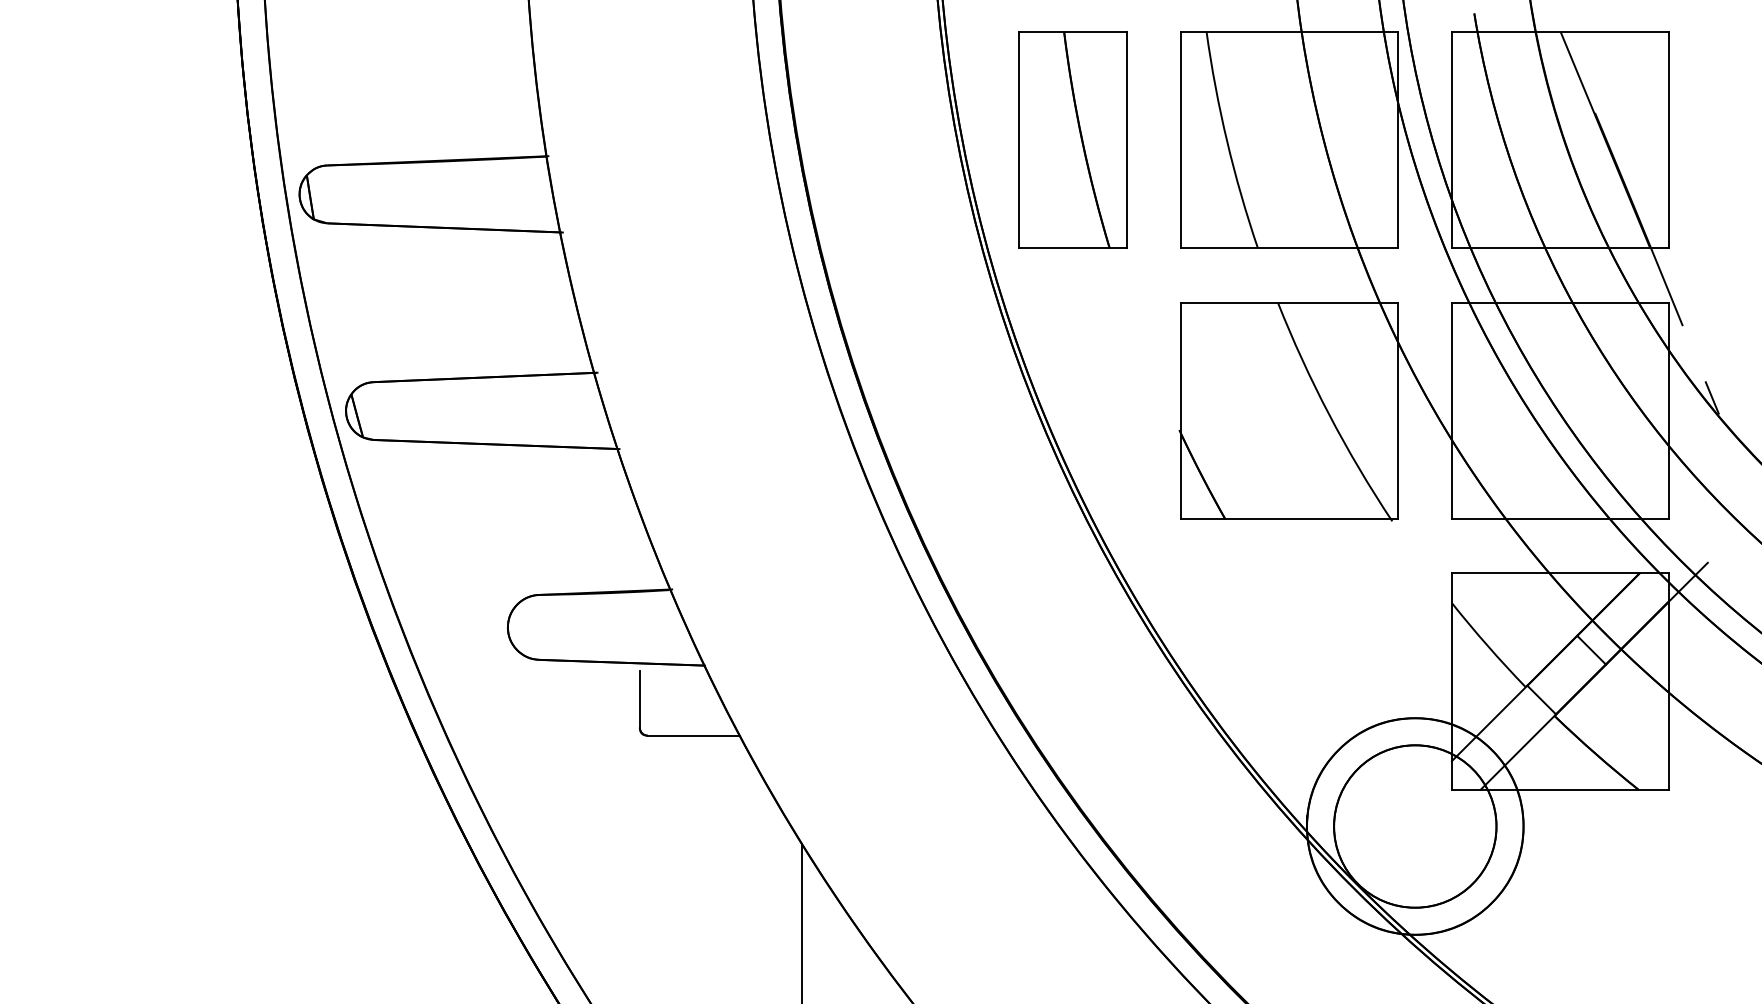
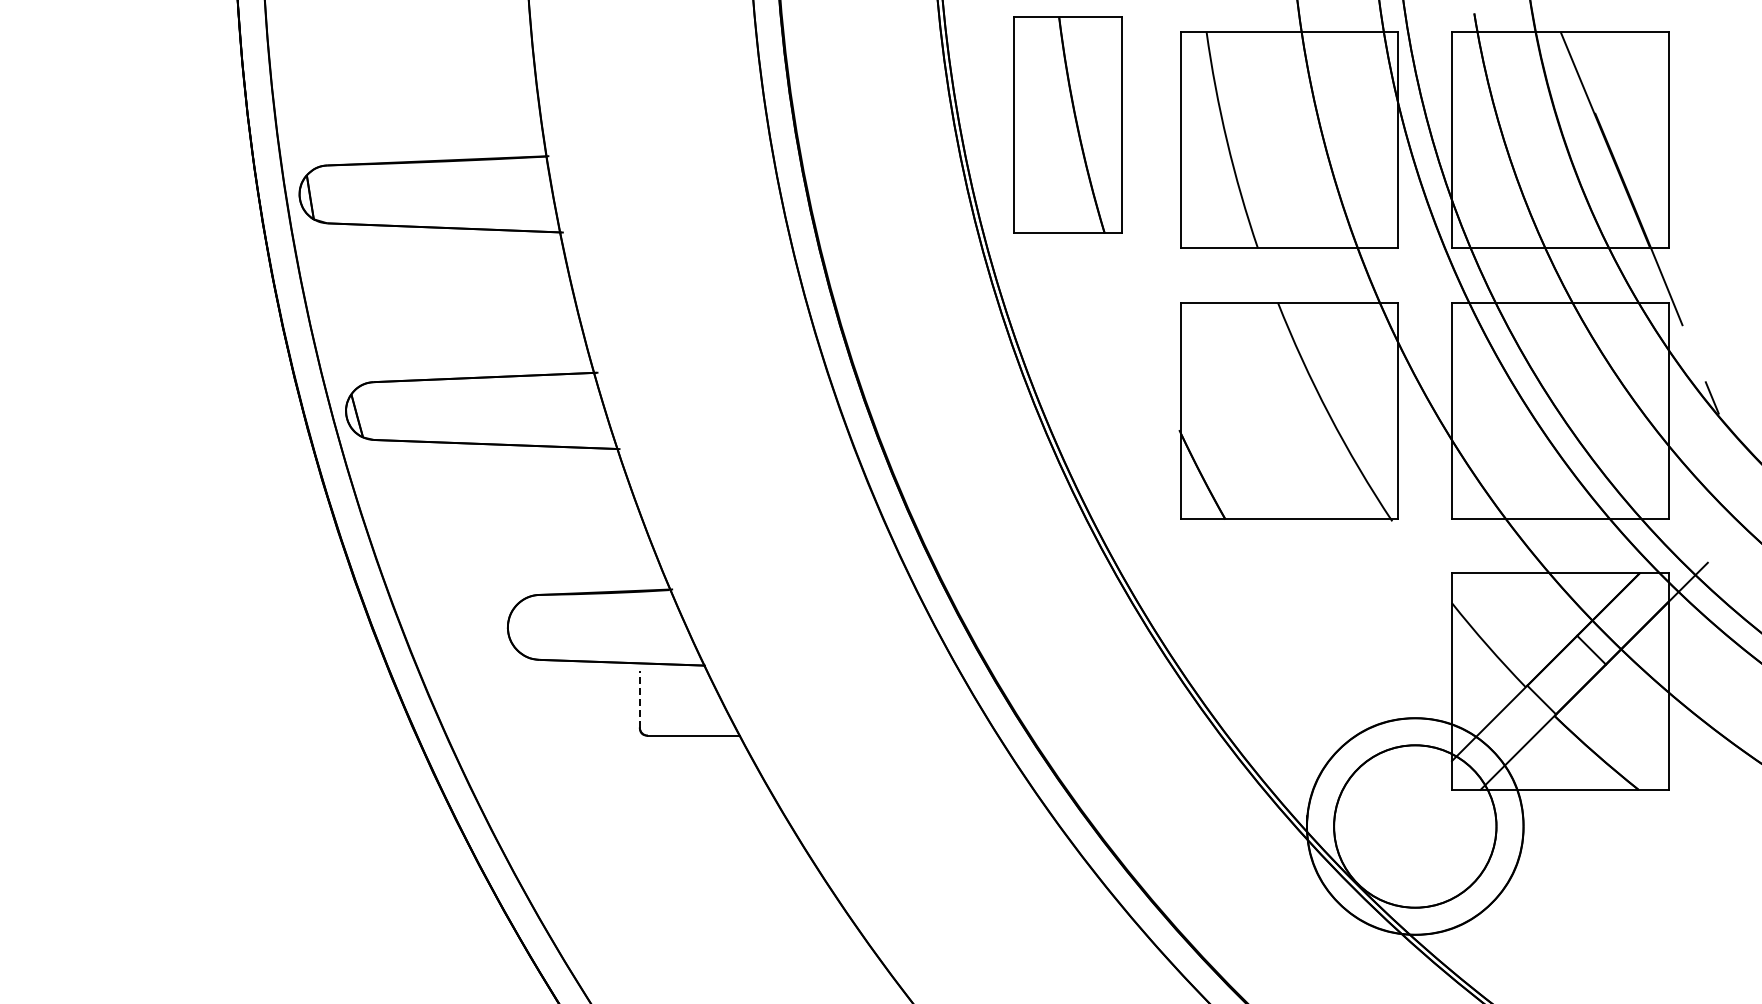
part at (1072, 139) position: (1072, 139) -> (1067, 124)
line at (639, 698): solid -> dashed
line at (802, 922): present -> none
